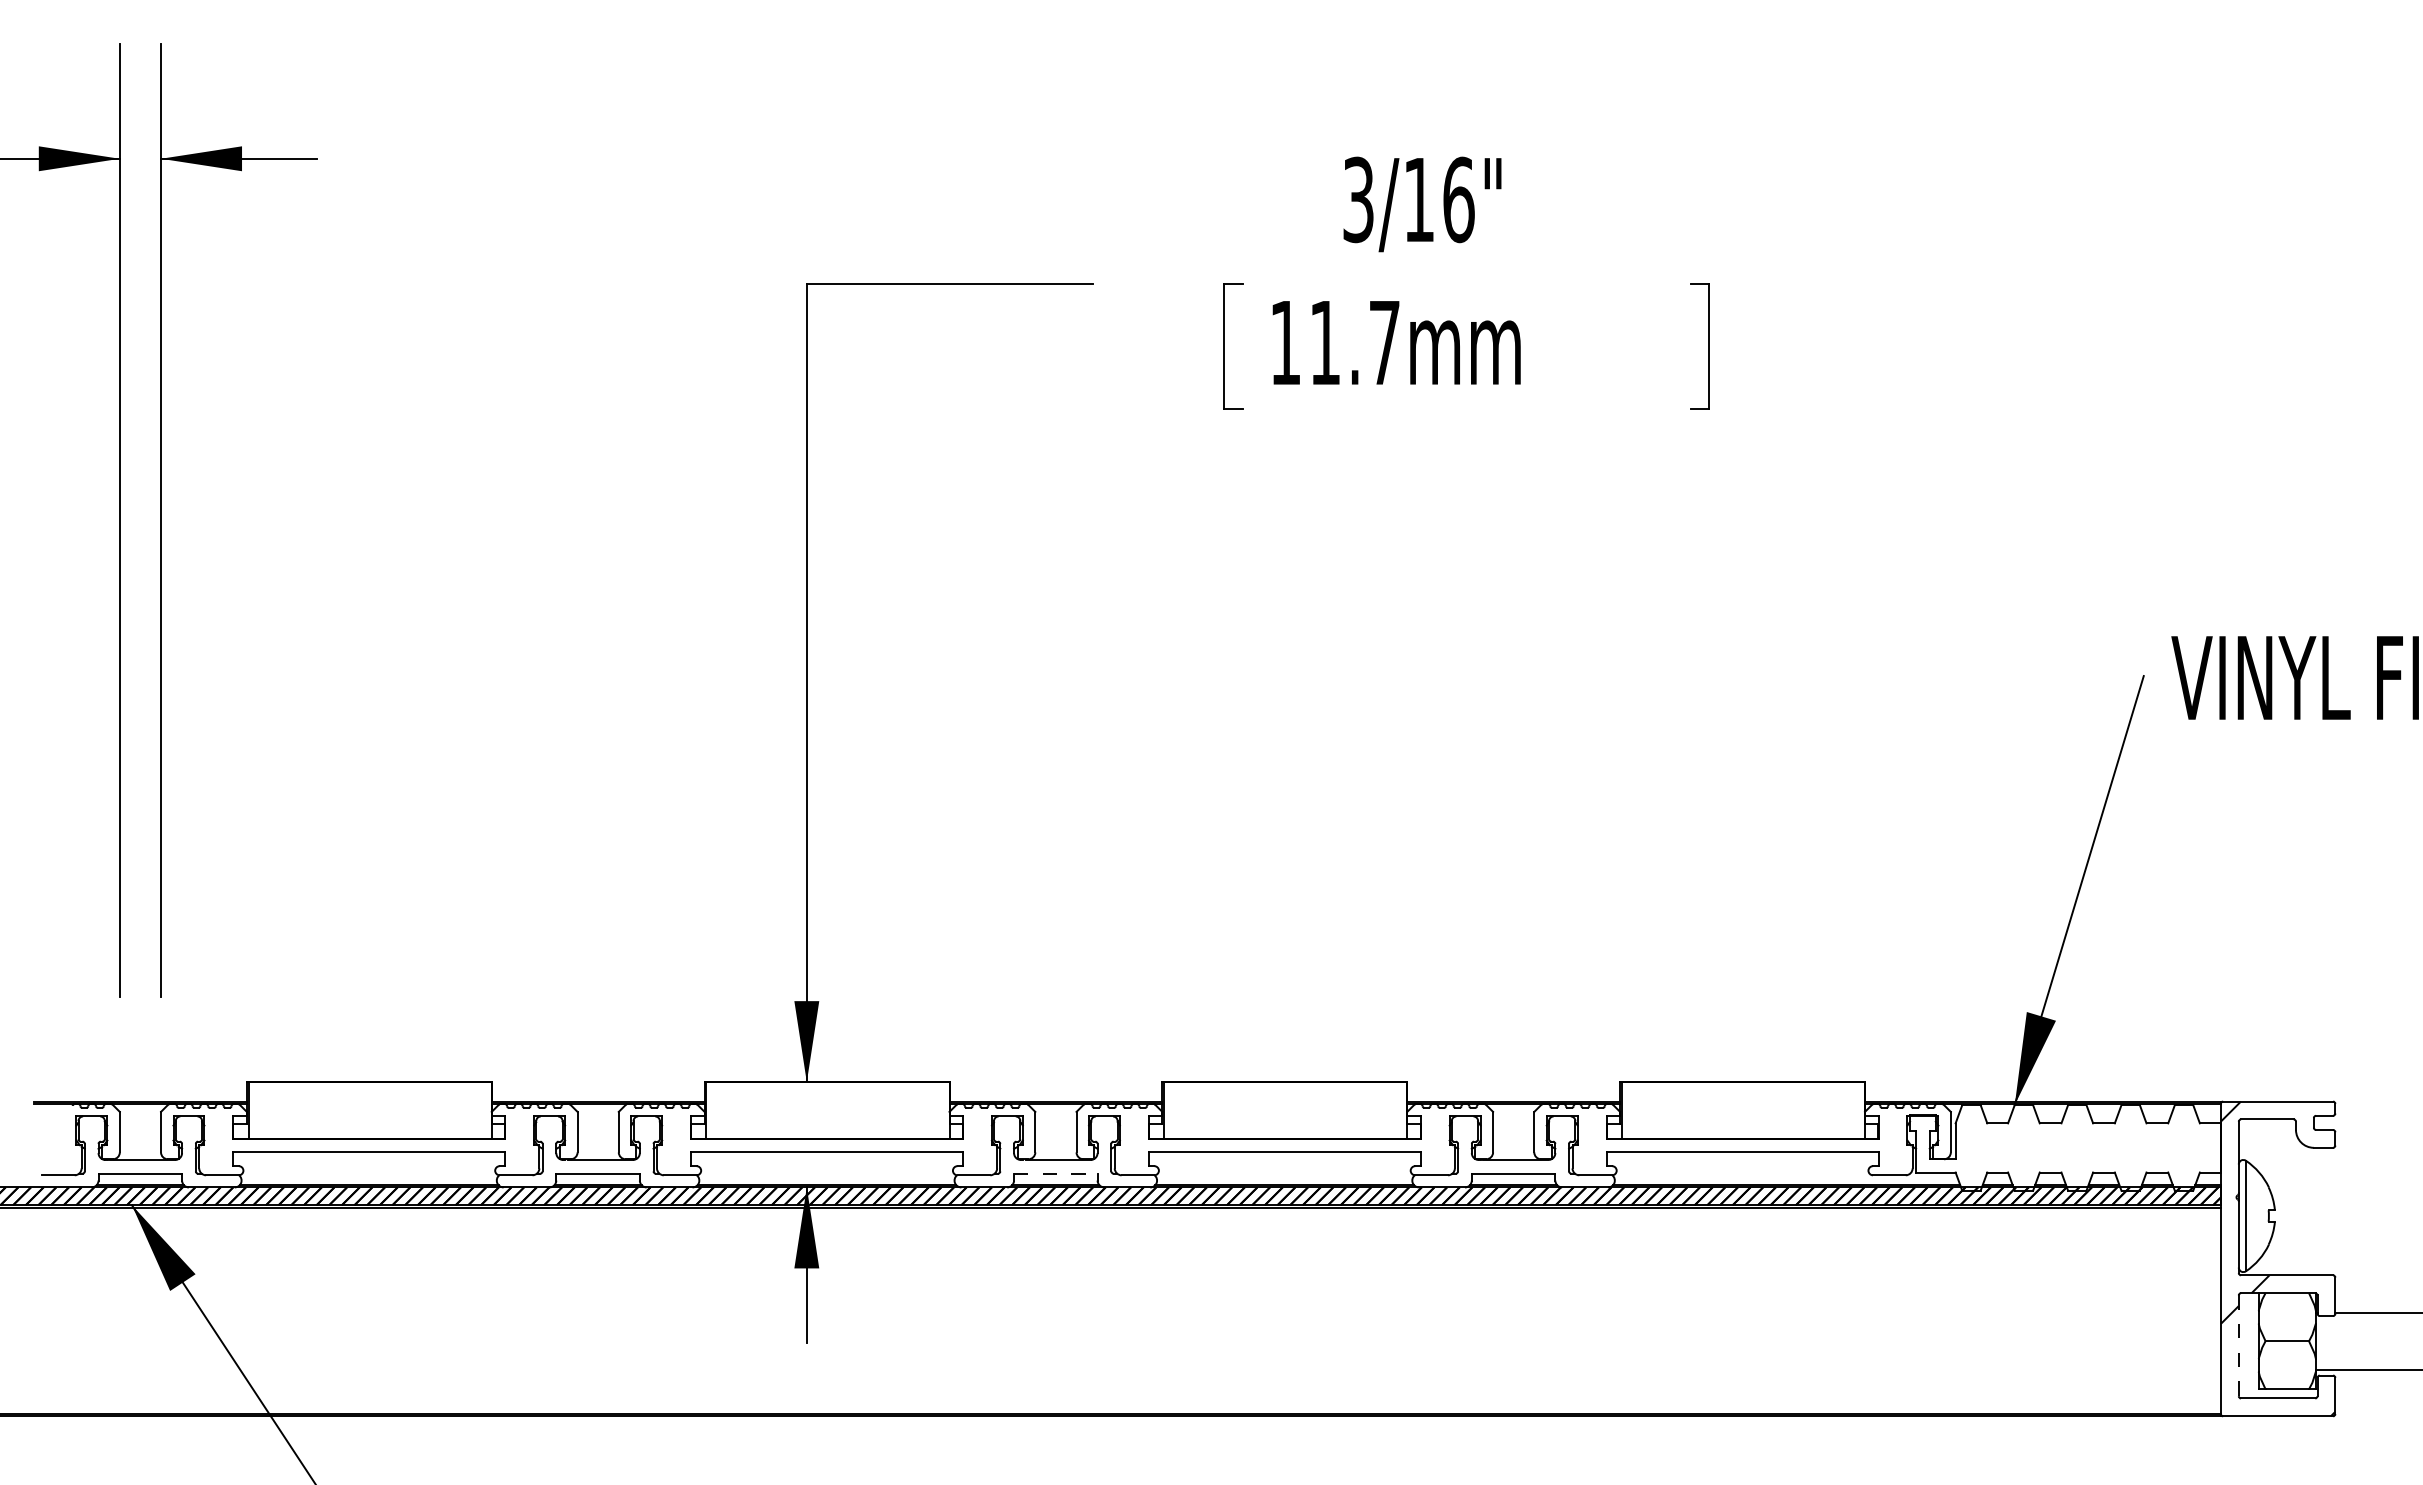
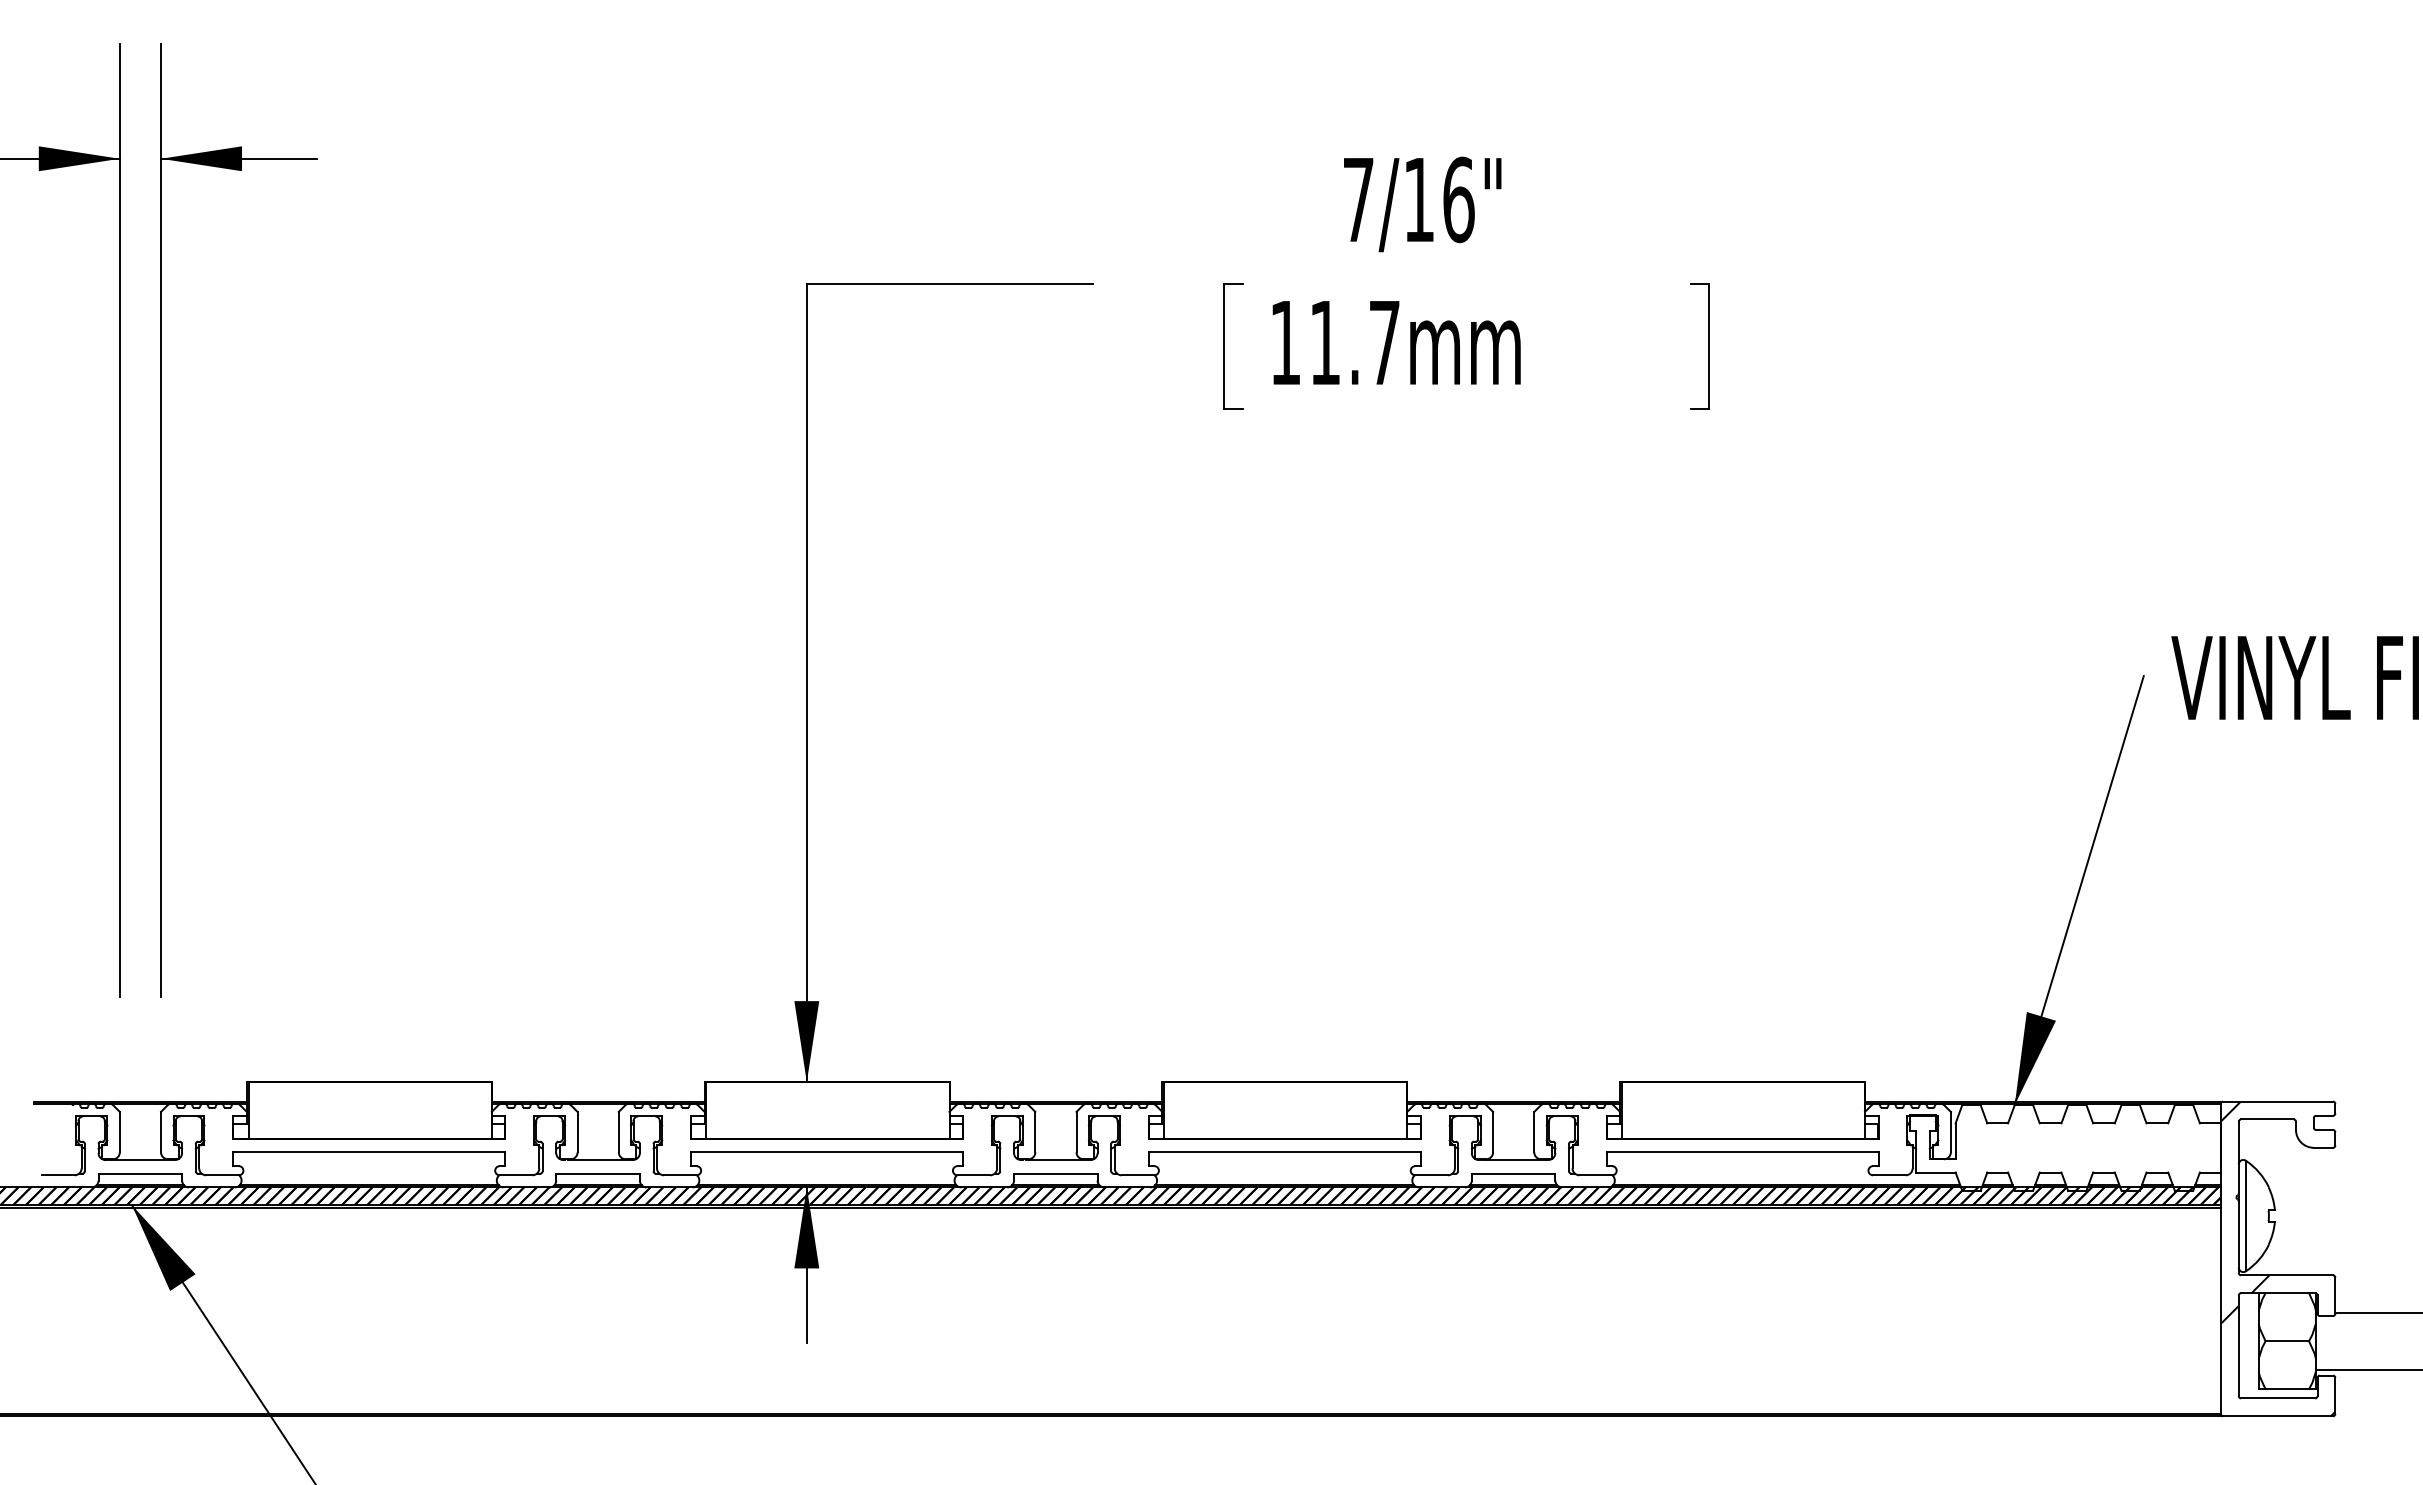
text at (1358, 199): 3/16" -> 7/16"
line at (1055, 1173): dashed -> solid
line at (2238, 1346): dashed -> solid
